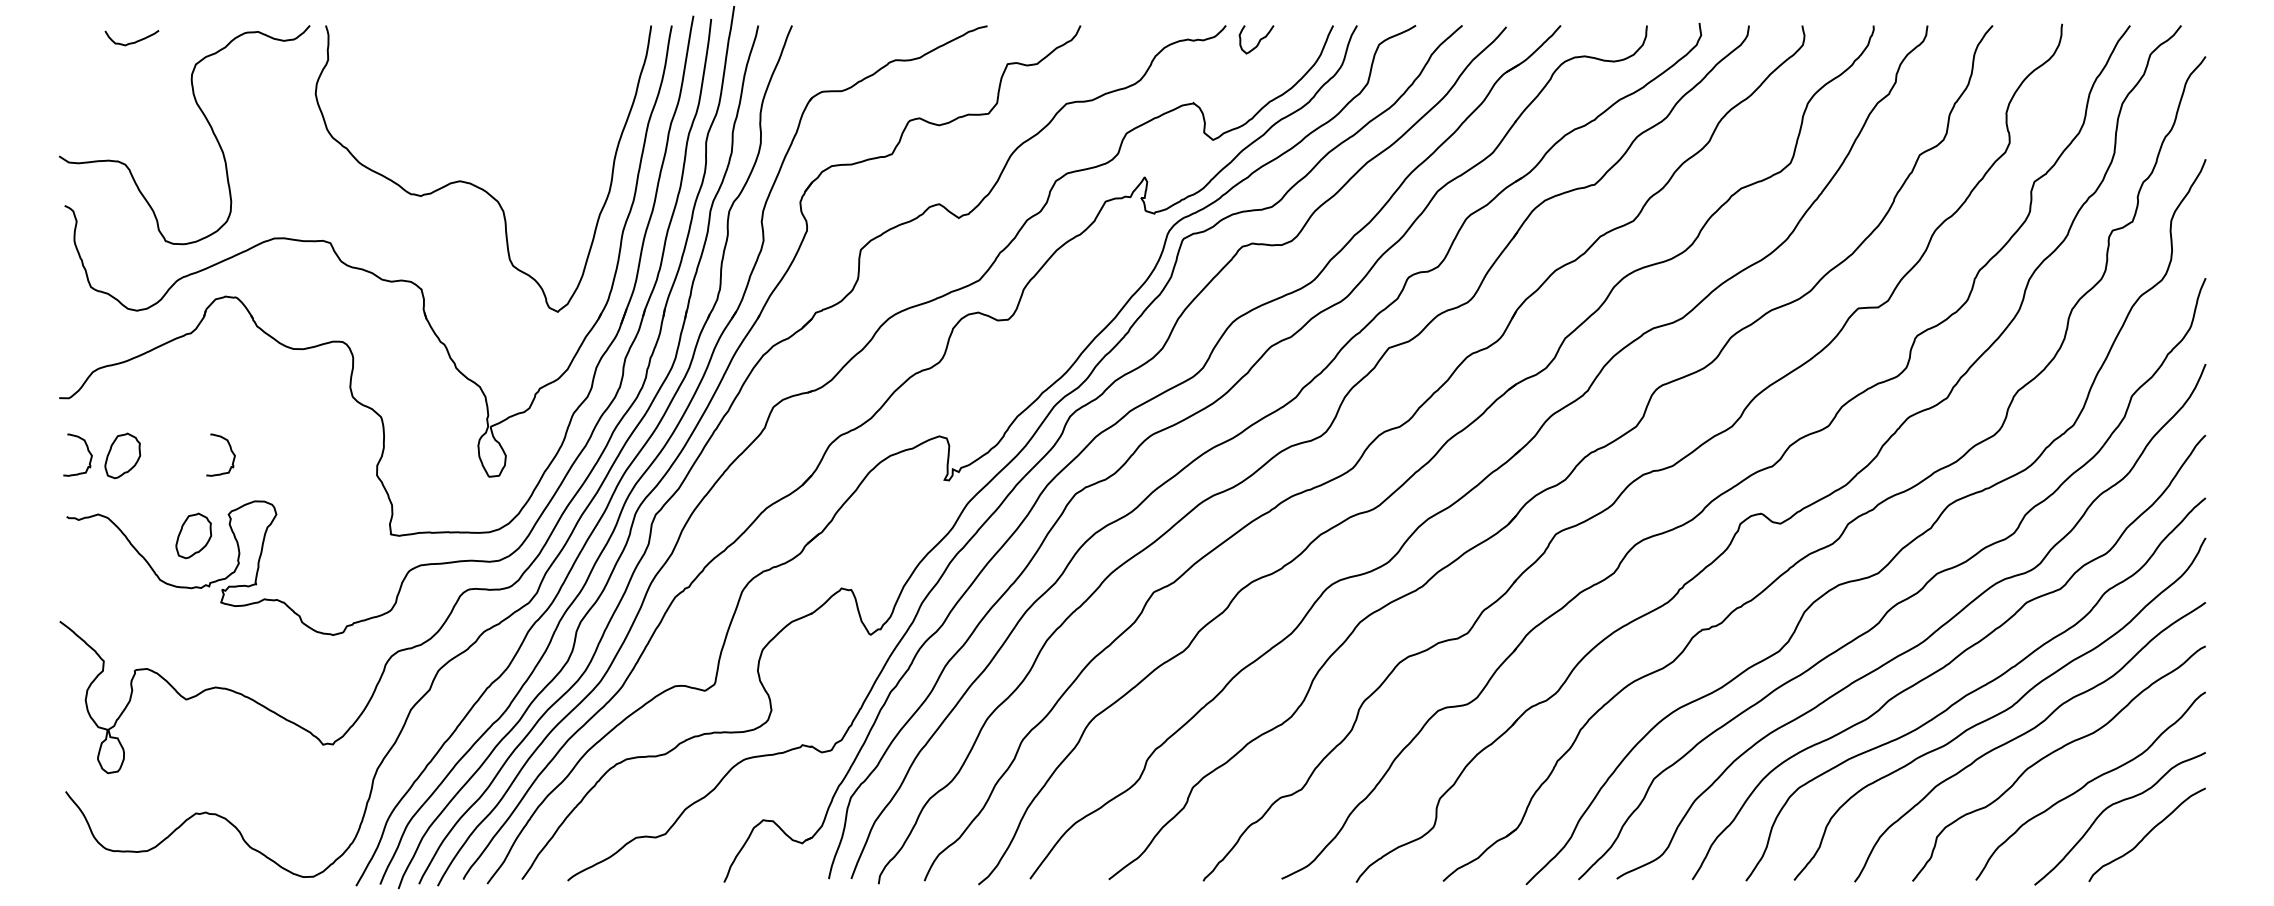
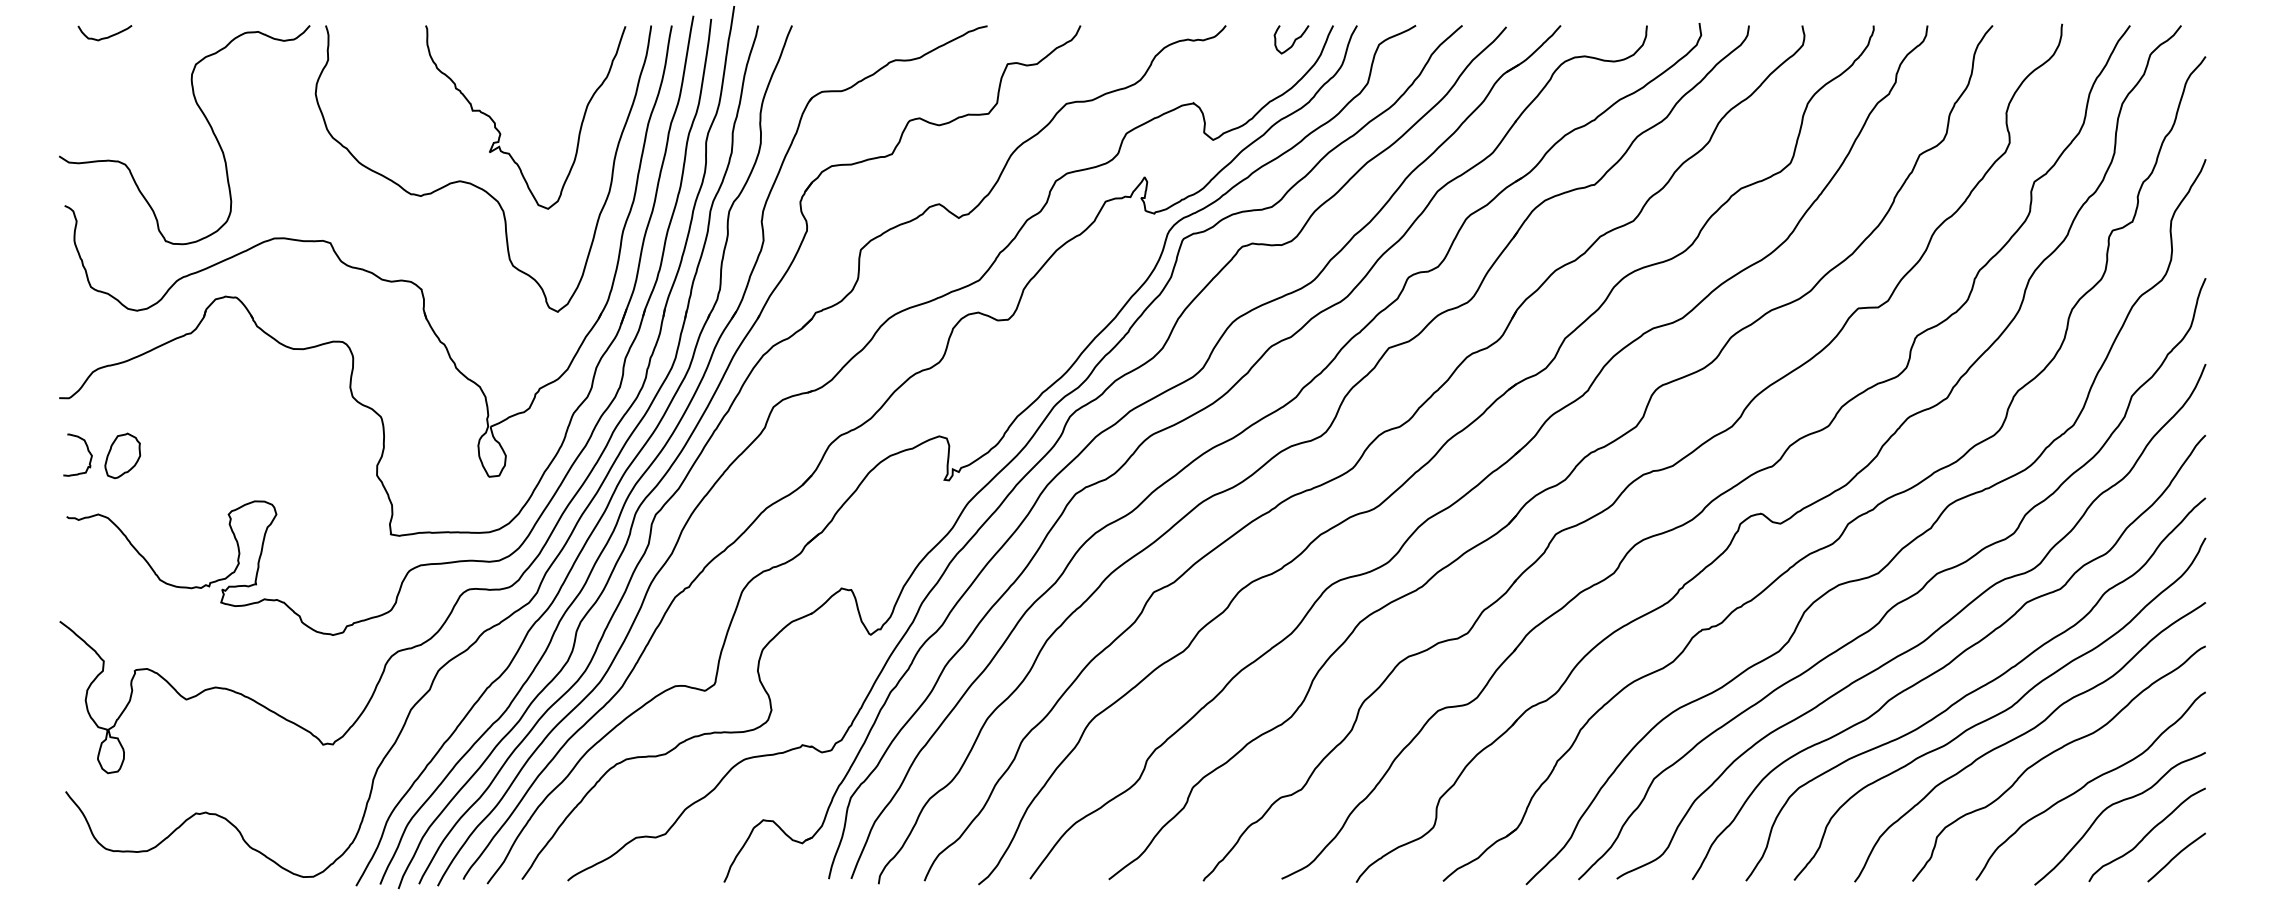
curve at (1258, 41) position: (1258, 41) -> (1293, 41)
curve at (131, 42) position: (131, 42) -> (104, 37)
curve at (499, 130): none -> present
curve at (230, 450): present -> none
part at (193, 535): present -> none
curve at (2176, 856): none -> present
